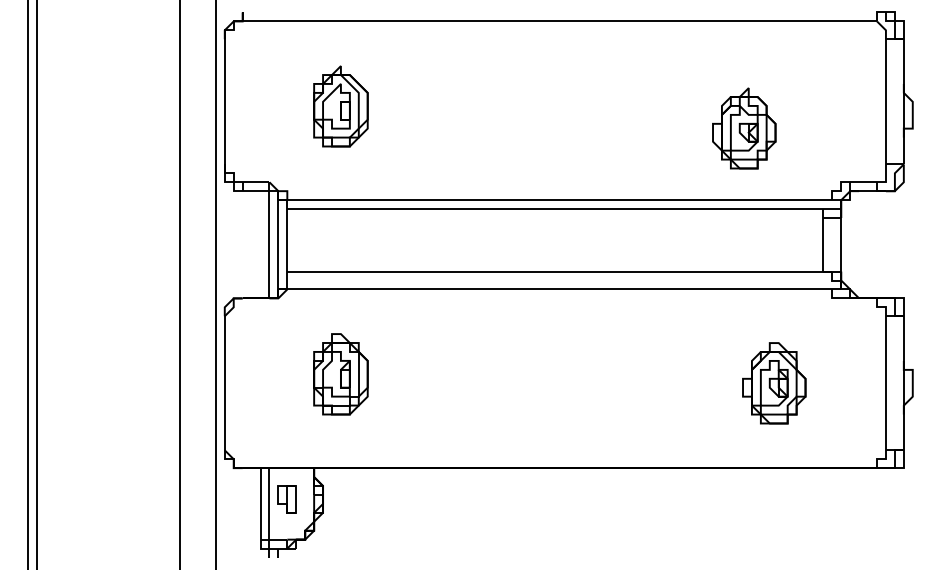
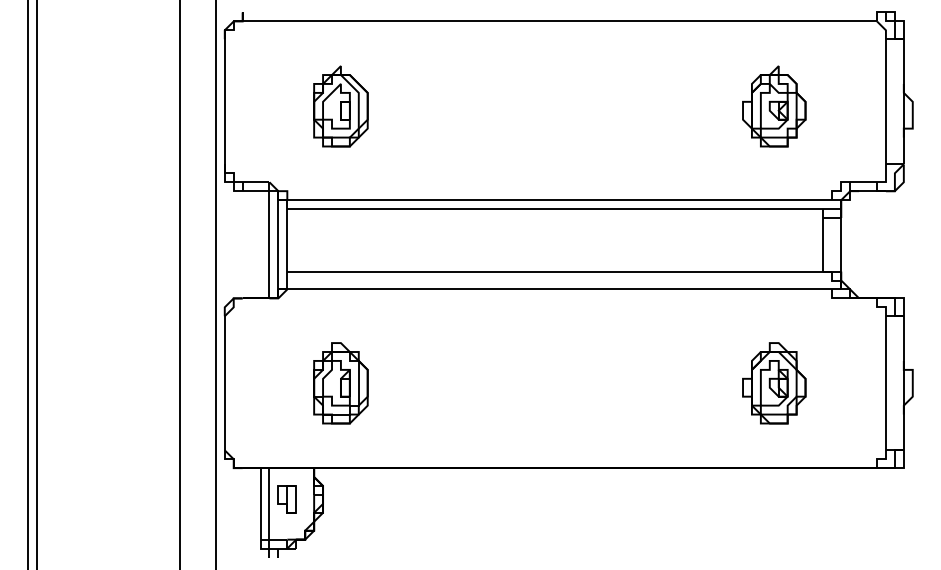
part at (744, 128) position: (744, 128) -> (774, 106)
part at (340, 374) position: (340, 374) -> (340, 383)
